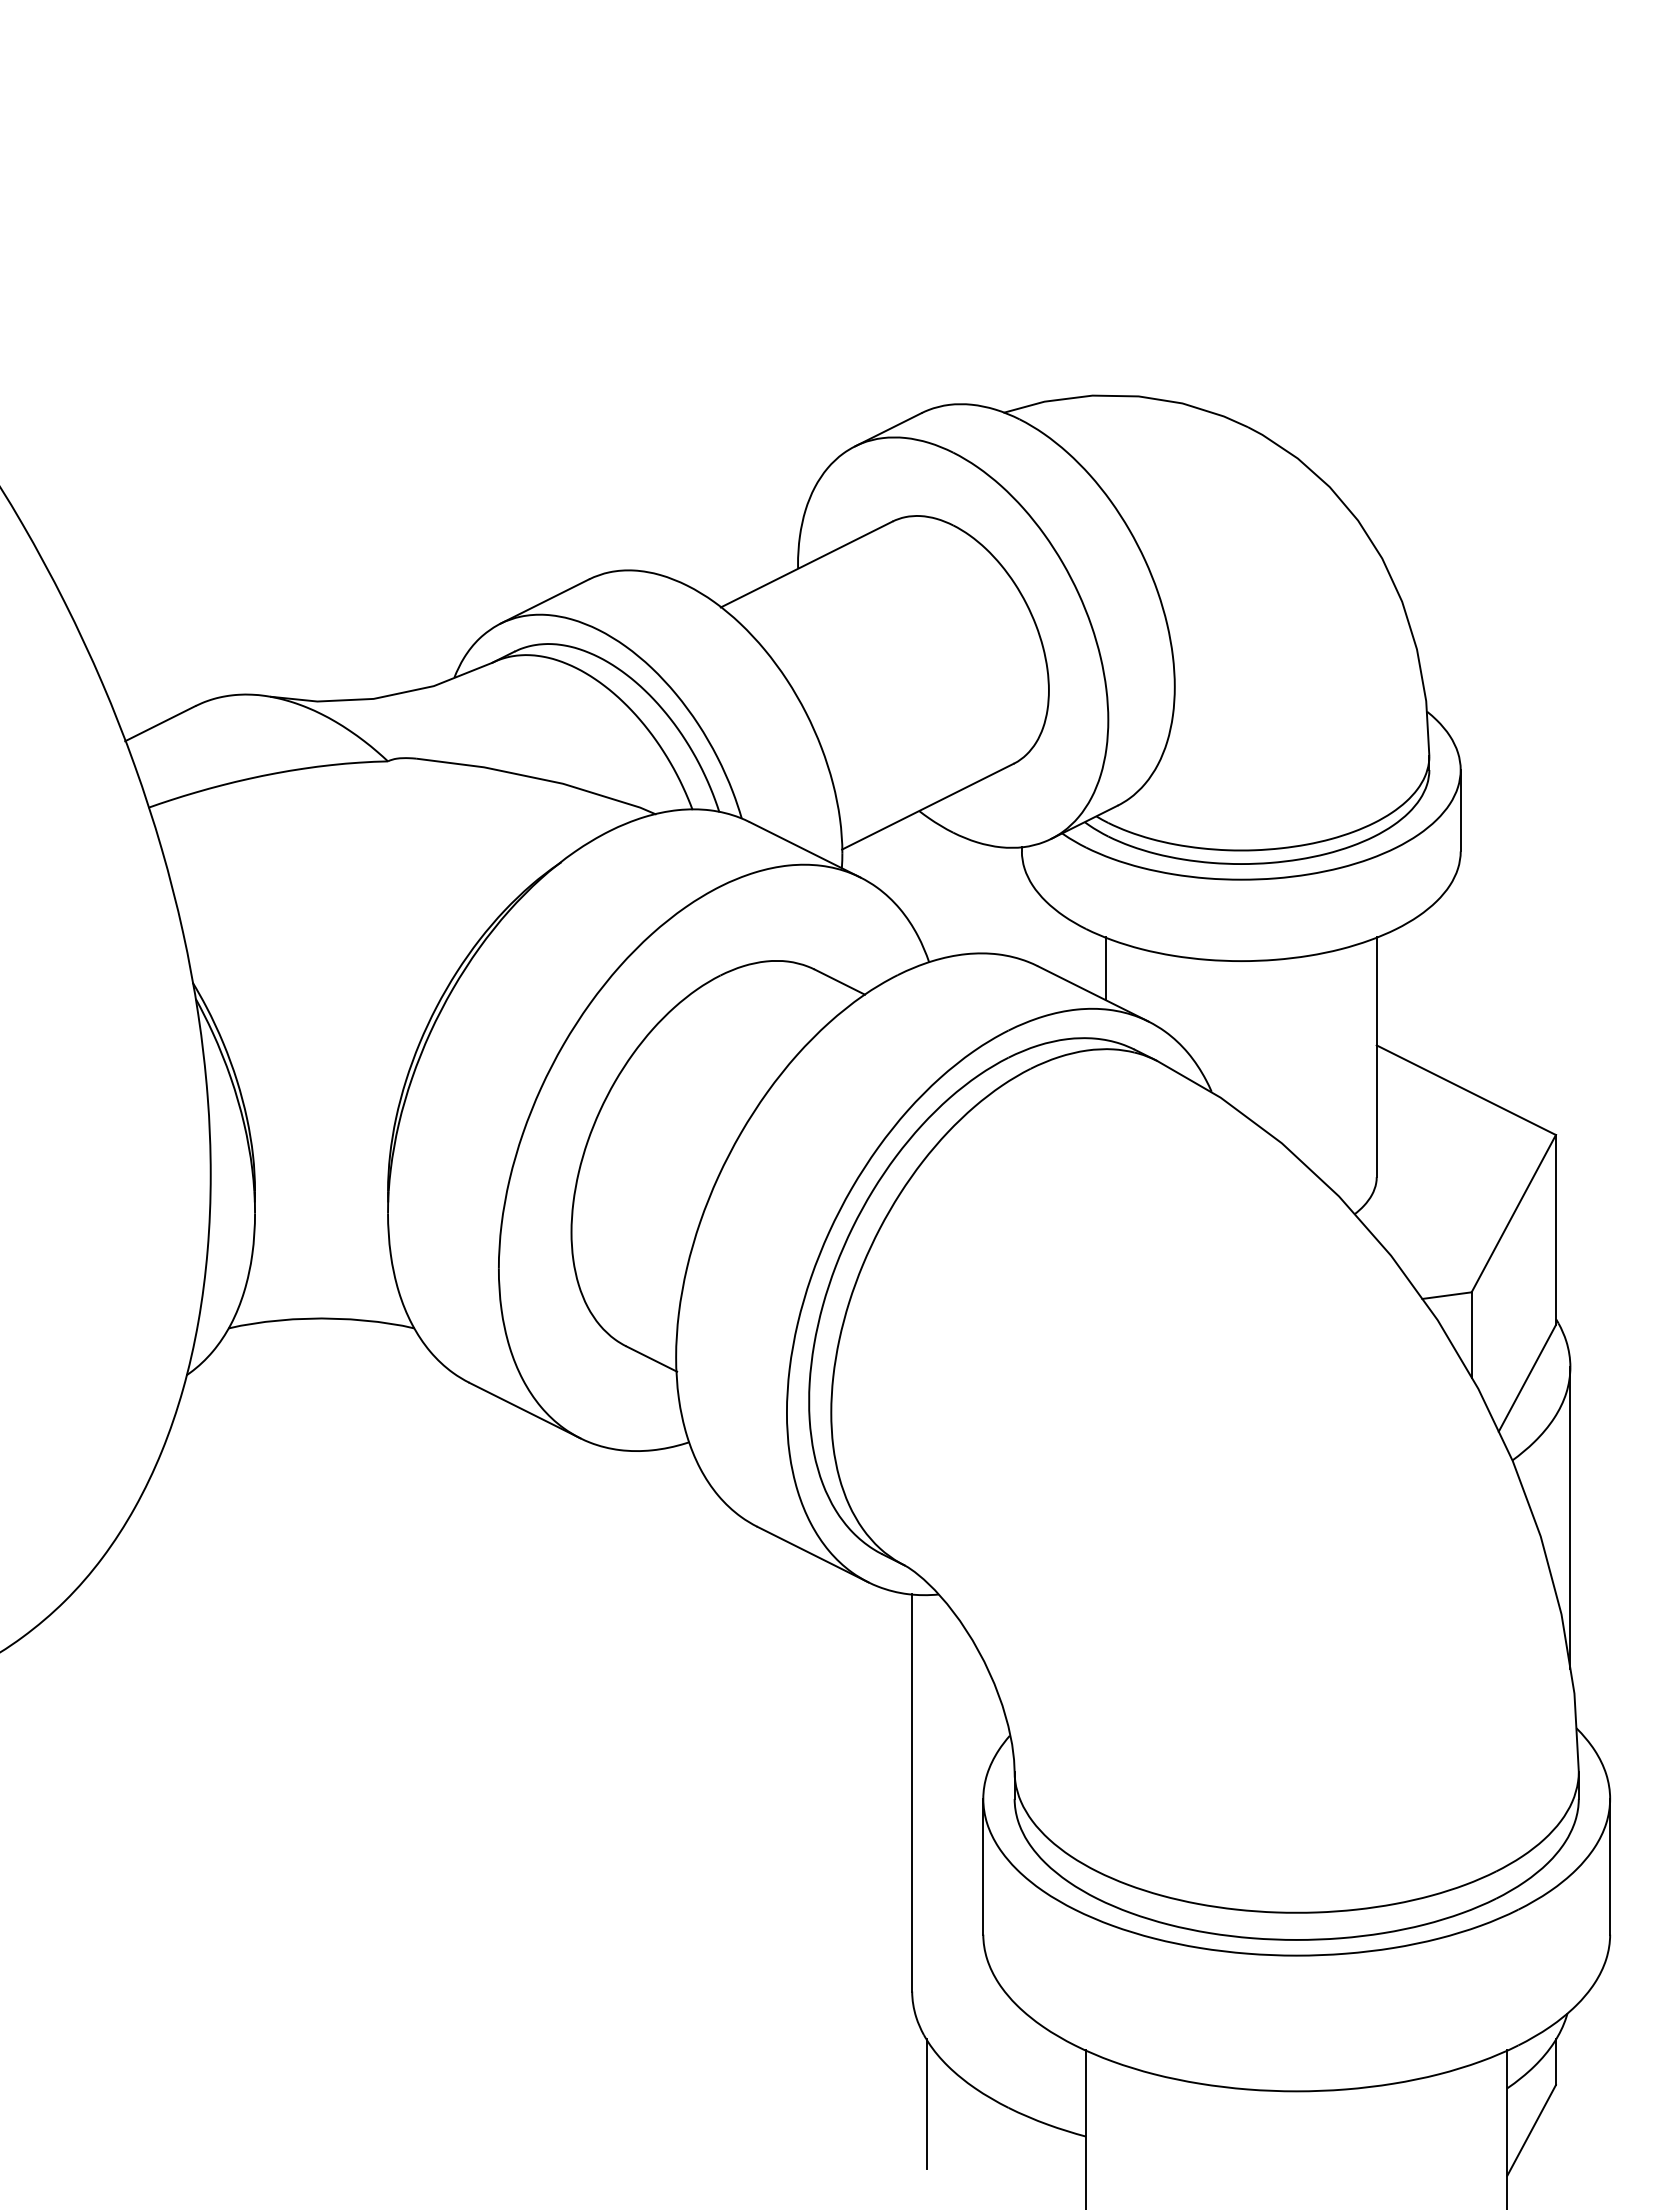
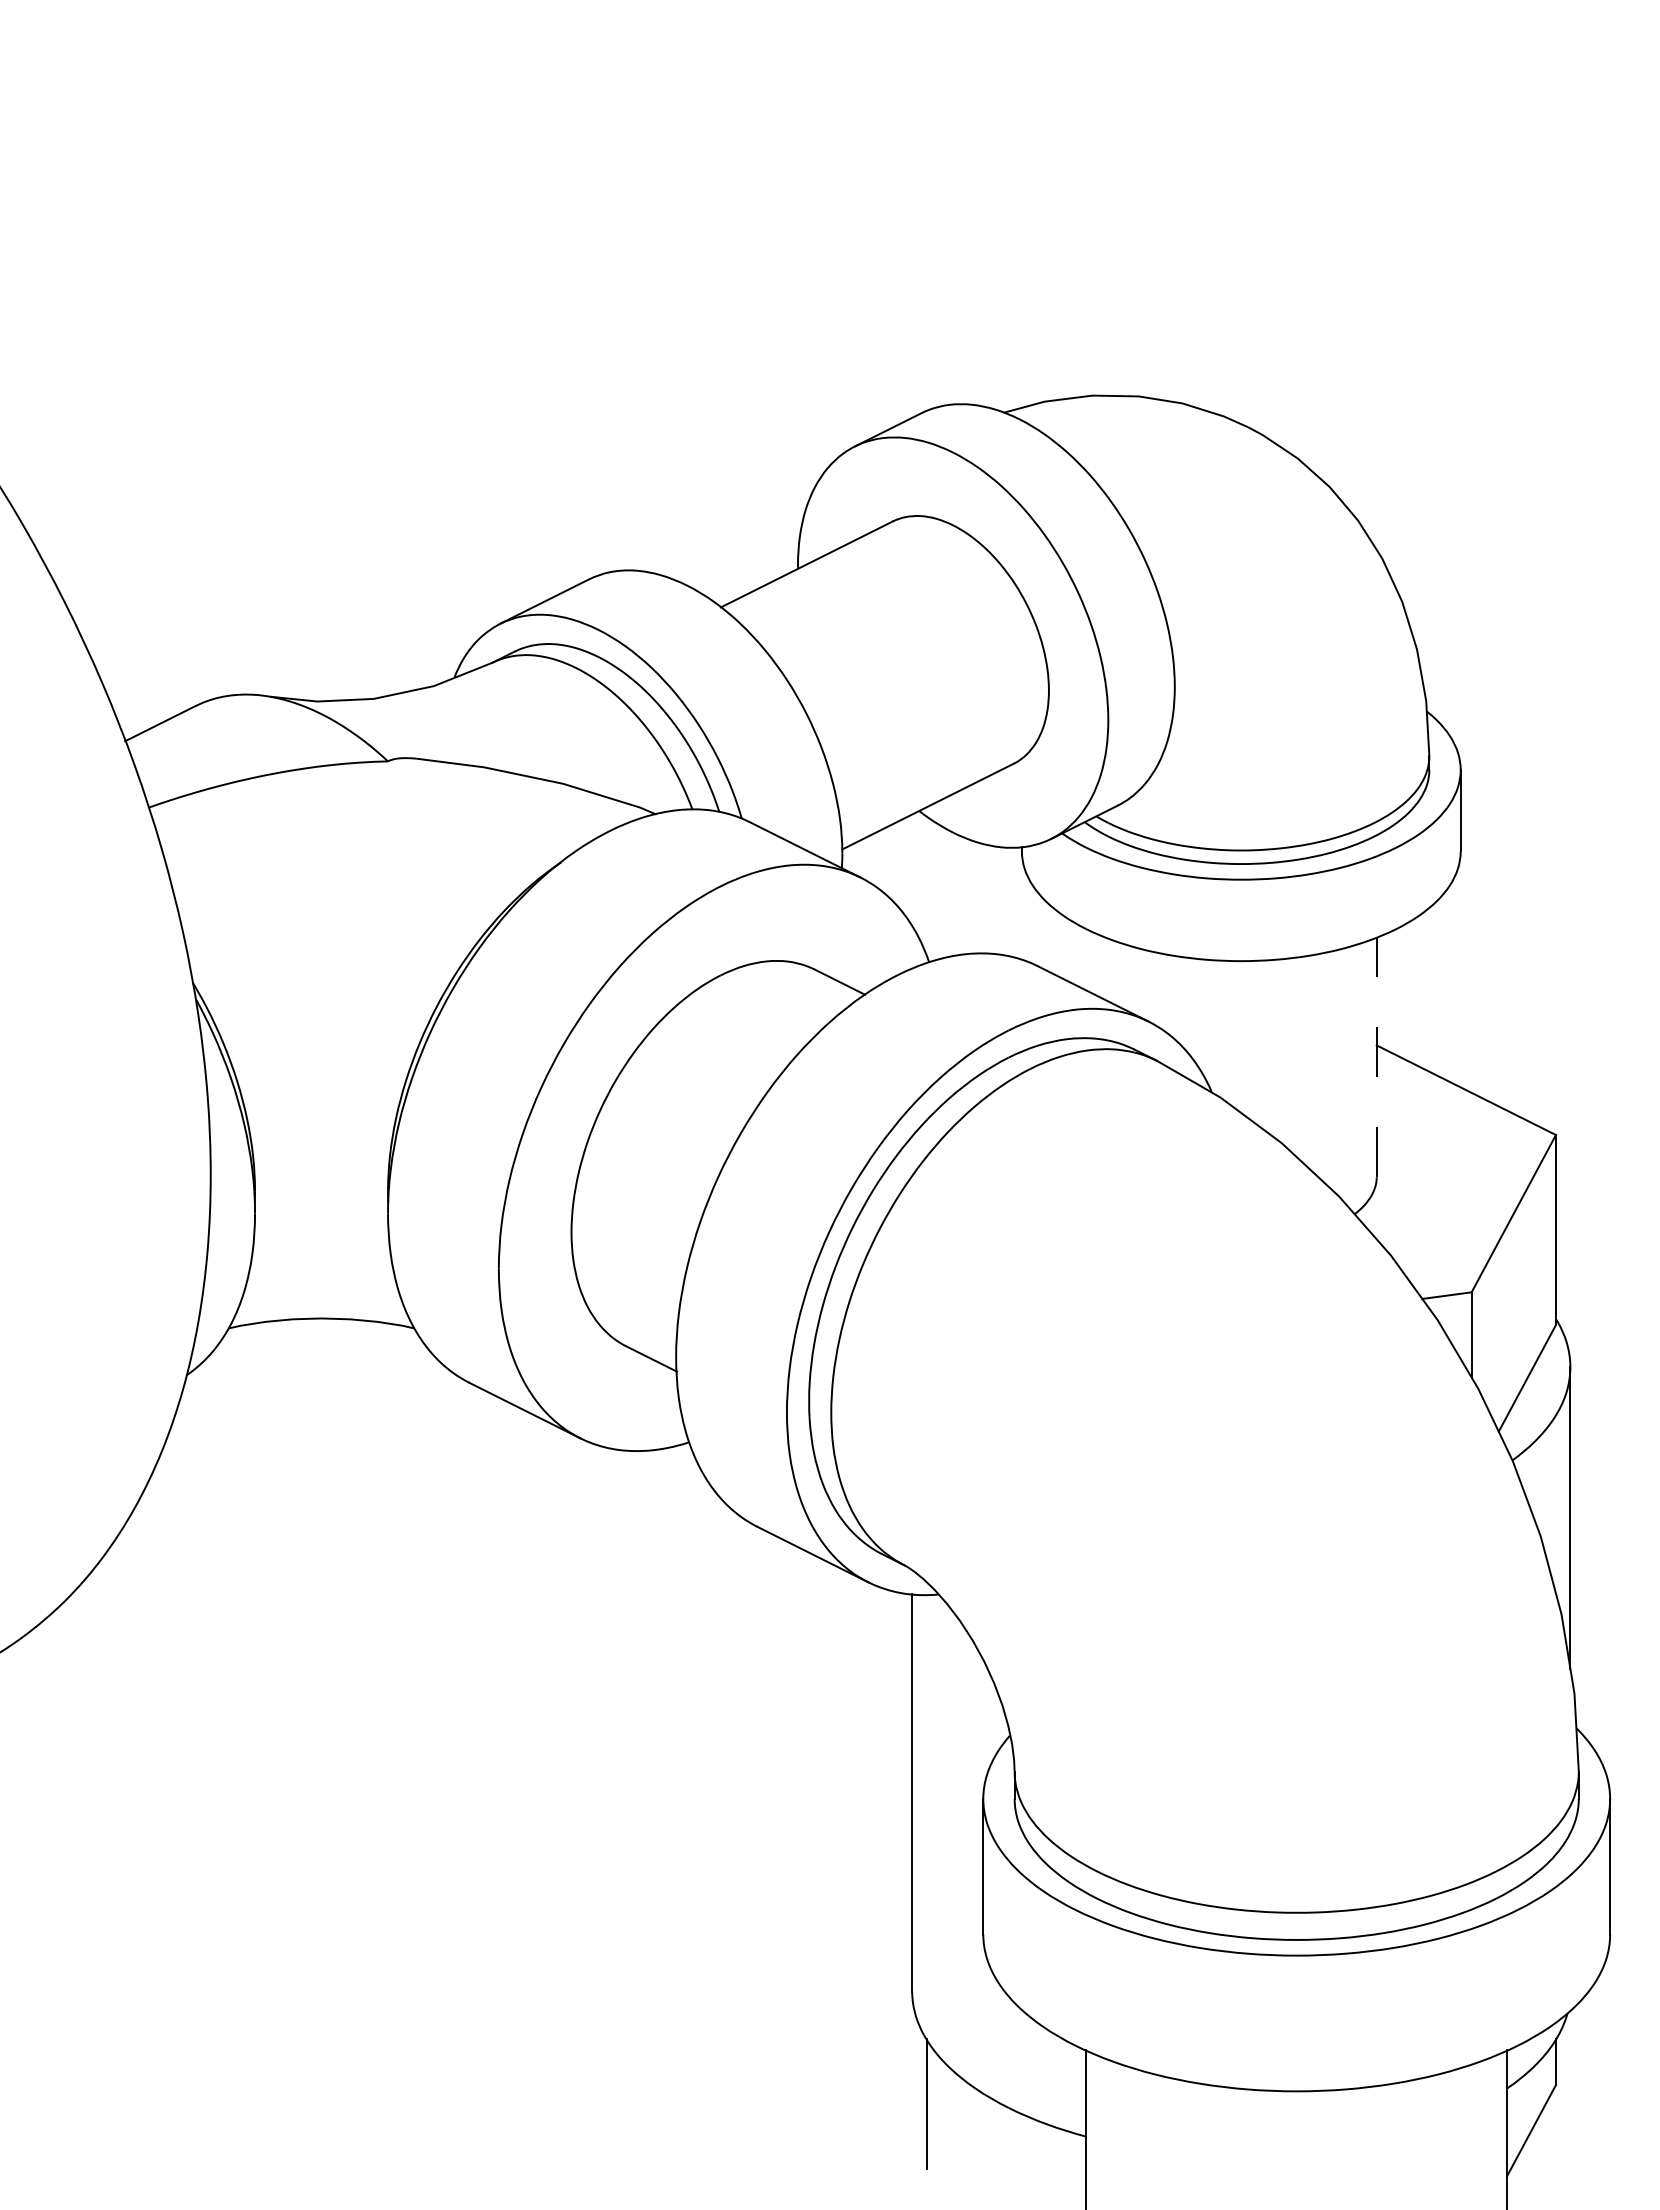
line at (1105, 968): present -> none
line at (1376, 1057): solid -> dashed
